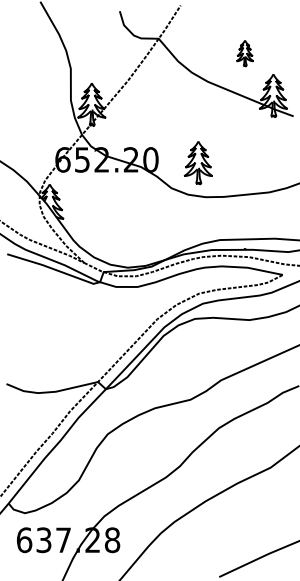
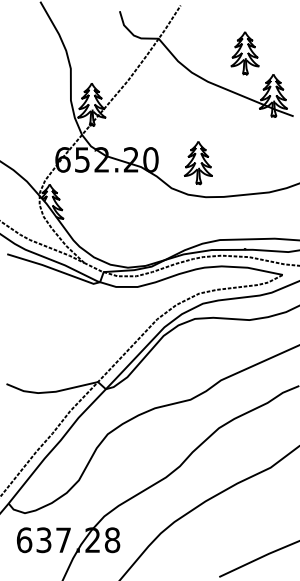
part at (244, 53) size: 18x28 px -> 30x45 px
